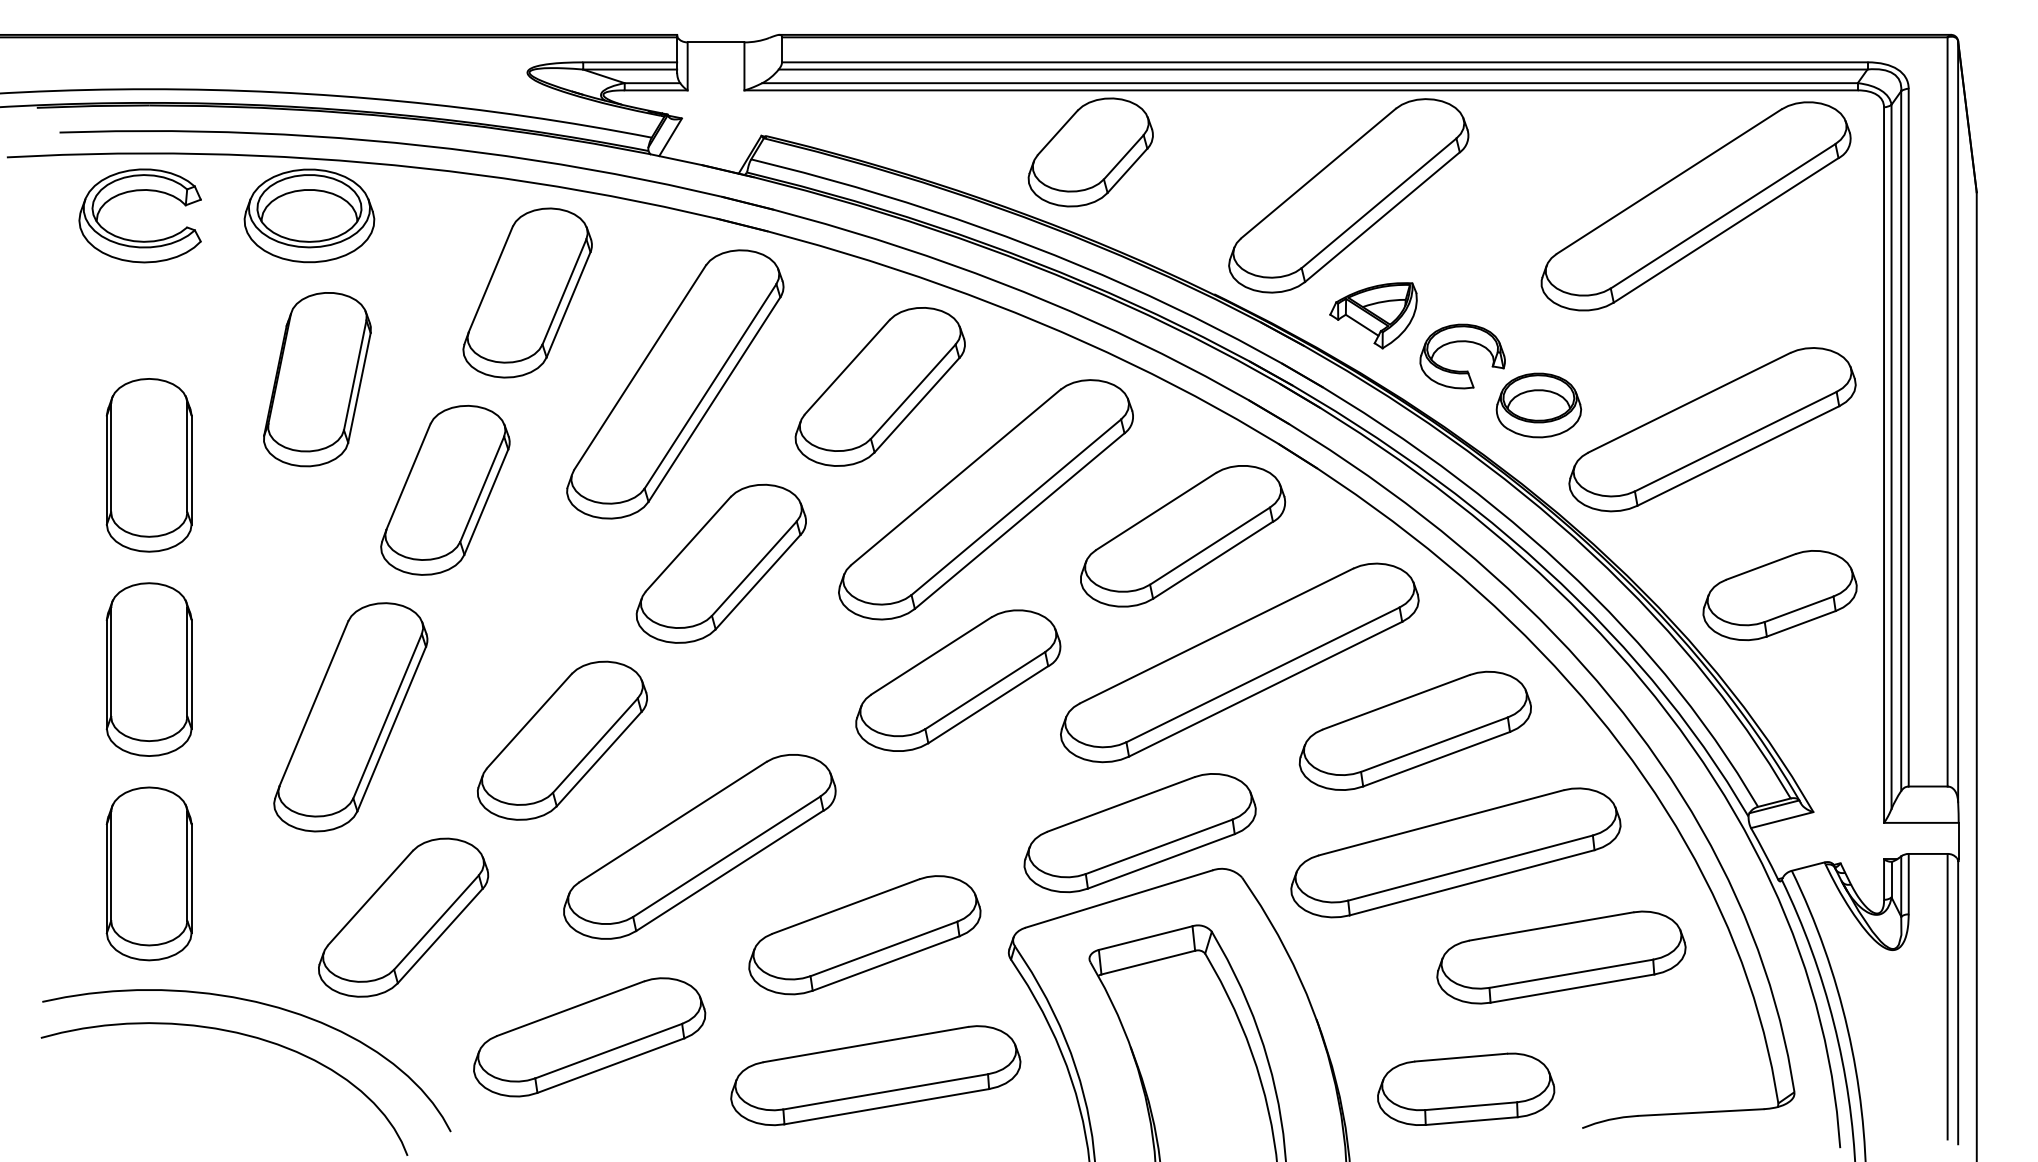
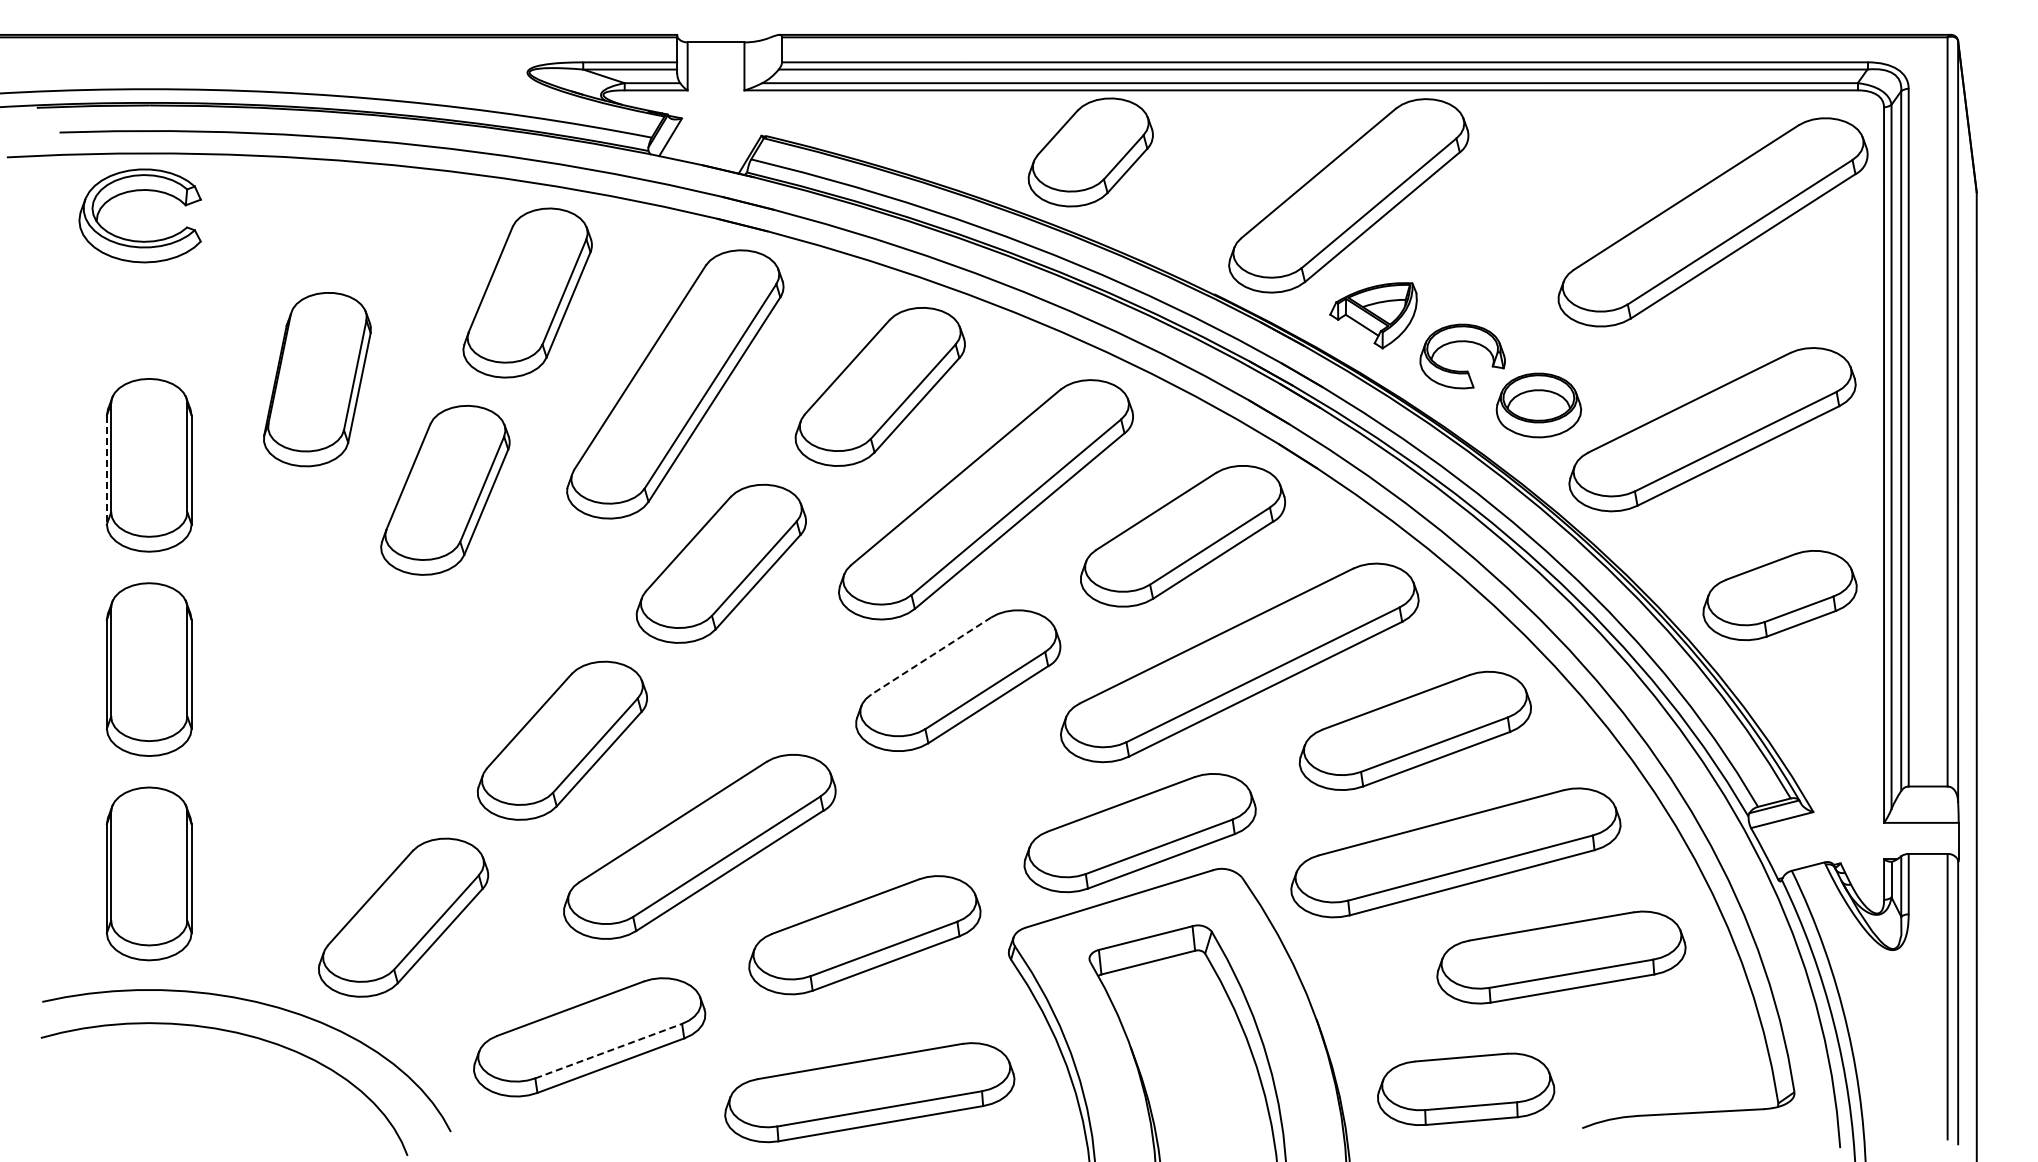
part at (1695, 206) position: (1695, 206) -> (1712, 222)
part at (309, 215): present -> none
line at (106, 470): solid -> dashed
line at (930, 656): solid -> dashed
part at (350, 717): present -> none
line at (609, 1050): solid -> dashed
part at (875, 1075) position: (875, 1075) -> (869, 1092)
